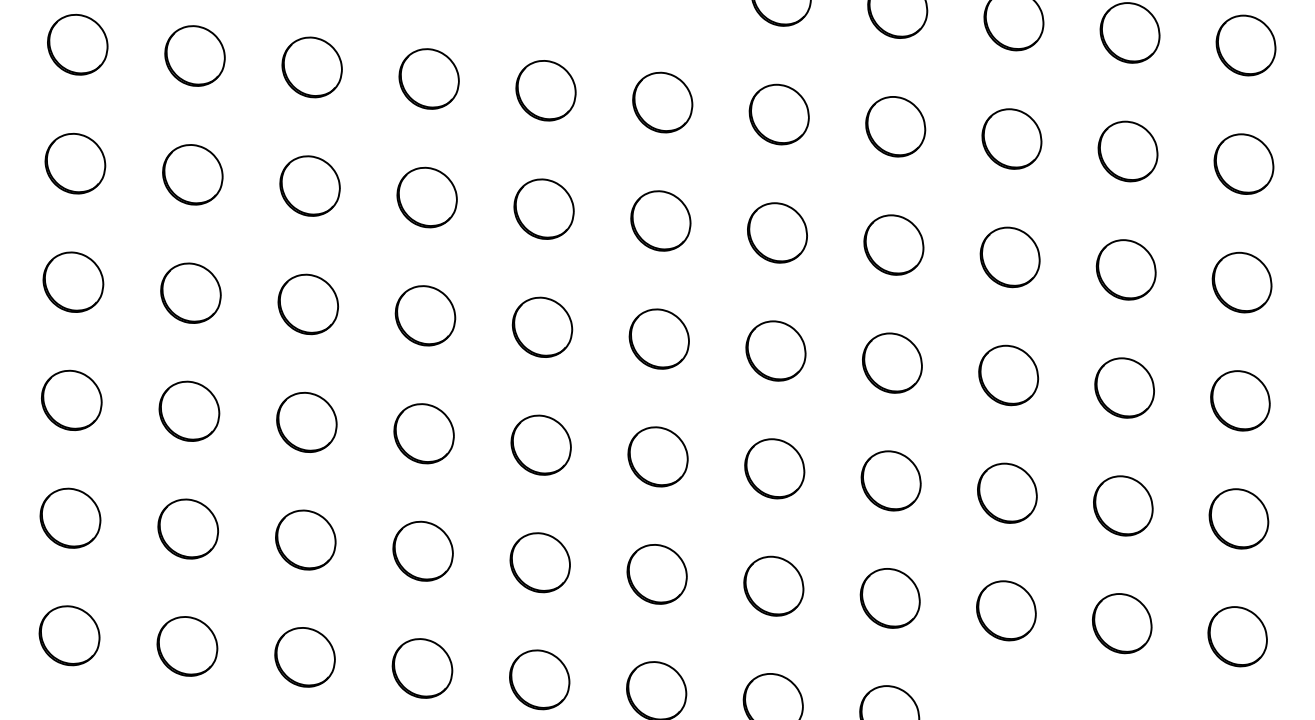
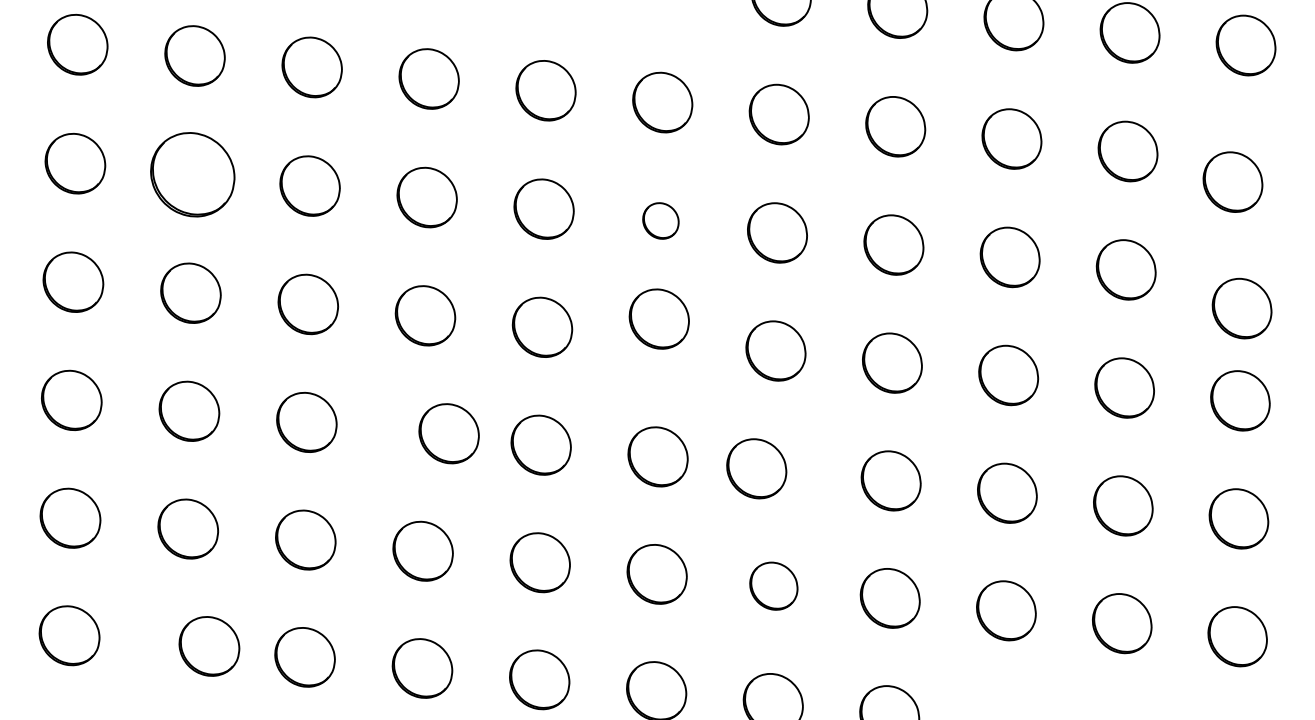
part at (1243, 163) position: (1243, 163) -> (1232, 181)
part at (192, 174) size: 62x62 px -> 86x86 px
part at (660, 220) size: 62x62 px -> 38x38 px
part at (1241, 282) position: (1241, 282) -> (1241, 308)
part at (658, 338) position: (658, 338) -> (658, 318)
part at (423, 433) position: (423, 433) -> (448, 433)
part at (774, 468) position: (774, 468) -> (756, 468)
part at (773, 585) size: 62x62 px -> 50x50 px
part at (187, 646) position: (187, 646) -> (209, 646)
